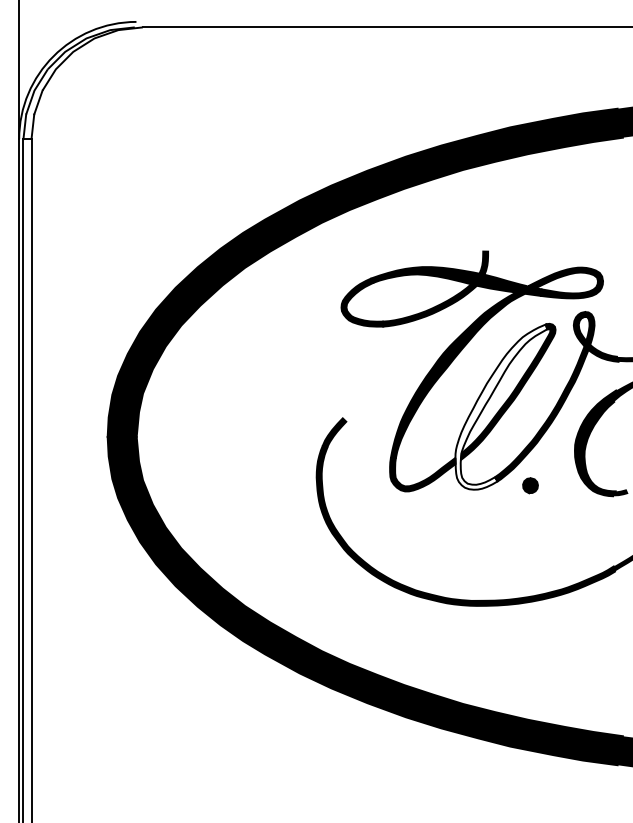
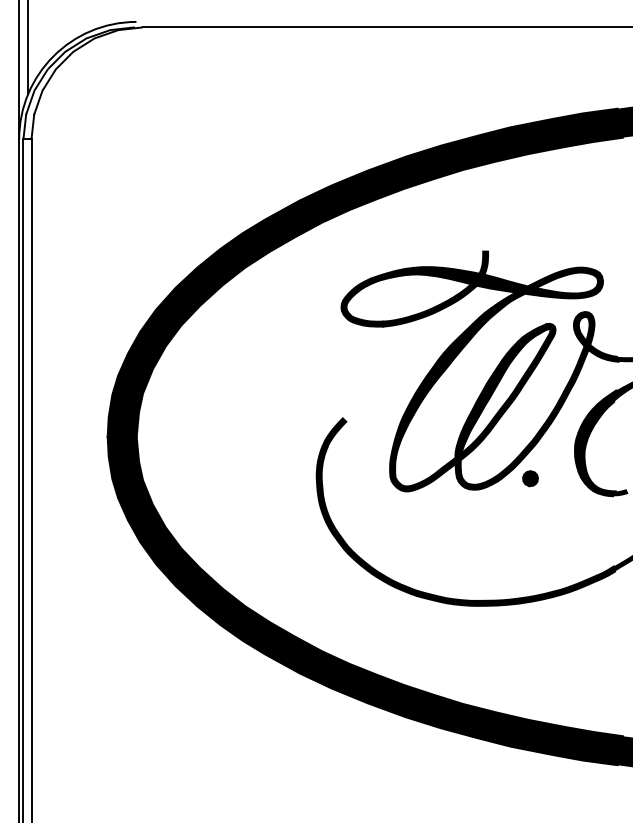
line at (28, 48): none -> present
fill at (501, 406): none -> present
part at (530, 485) position: (530, 485) -> (530, 478)
